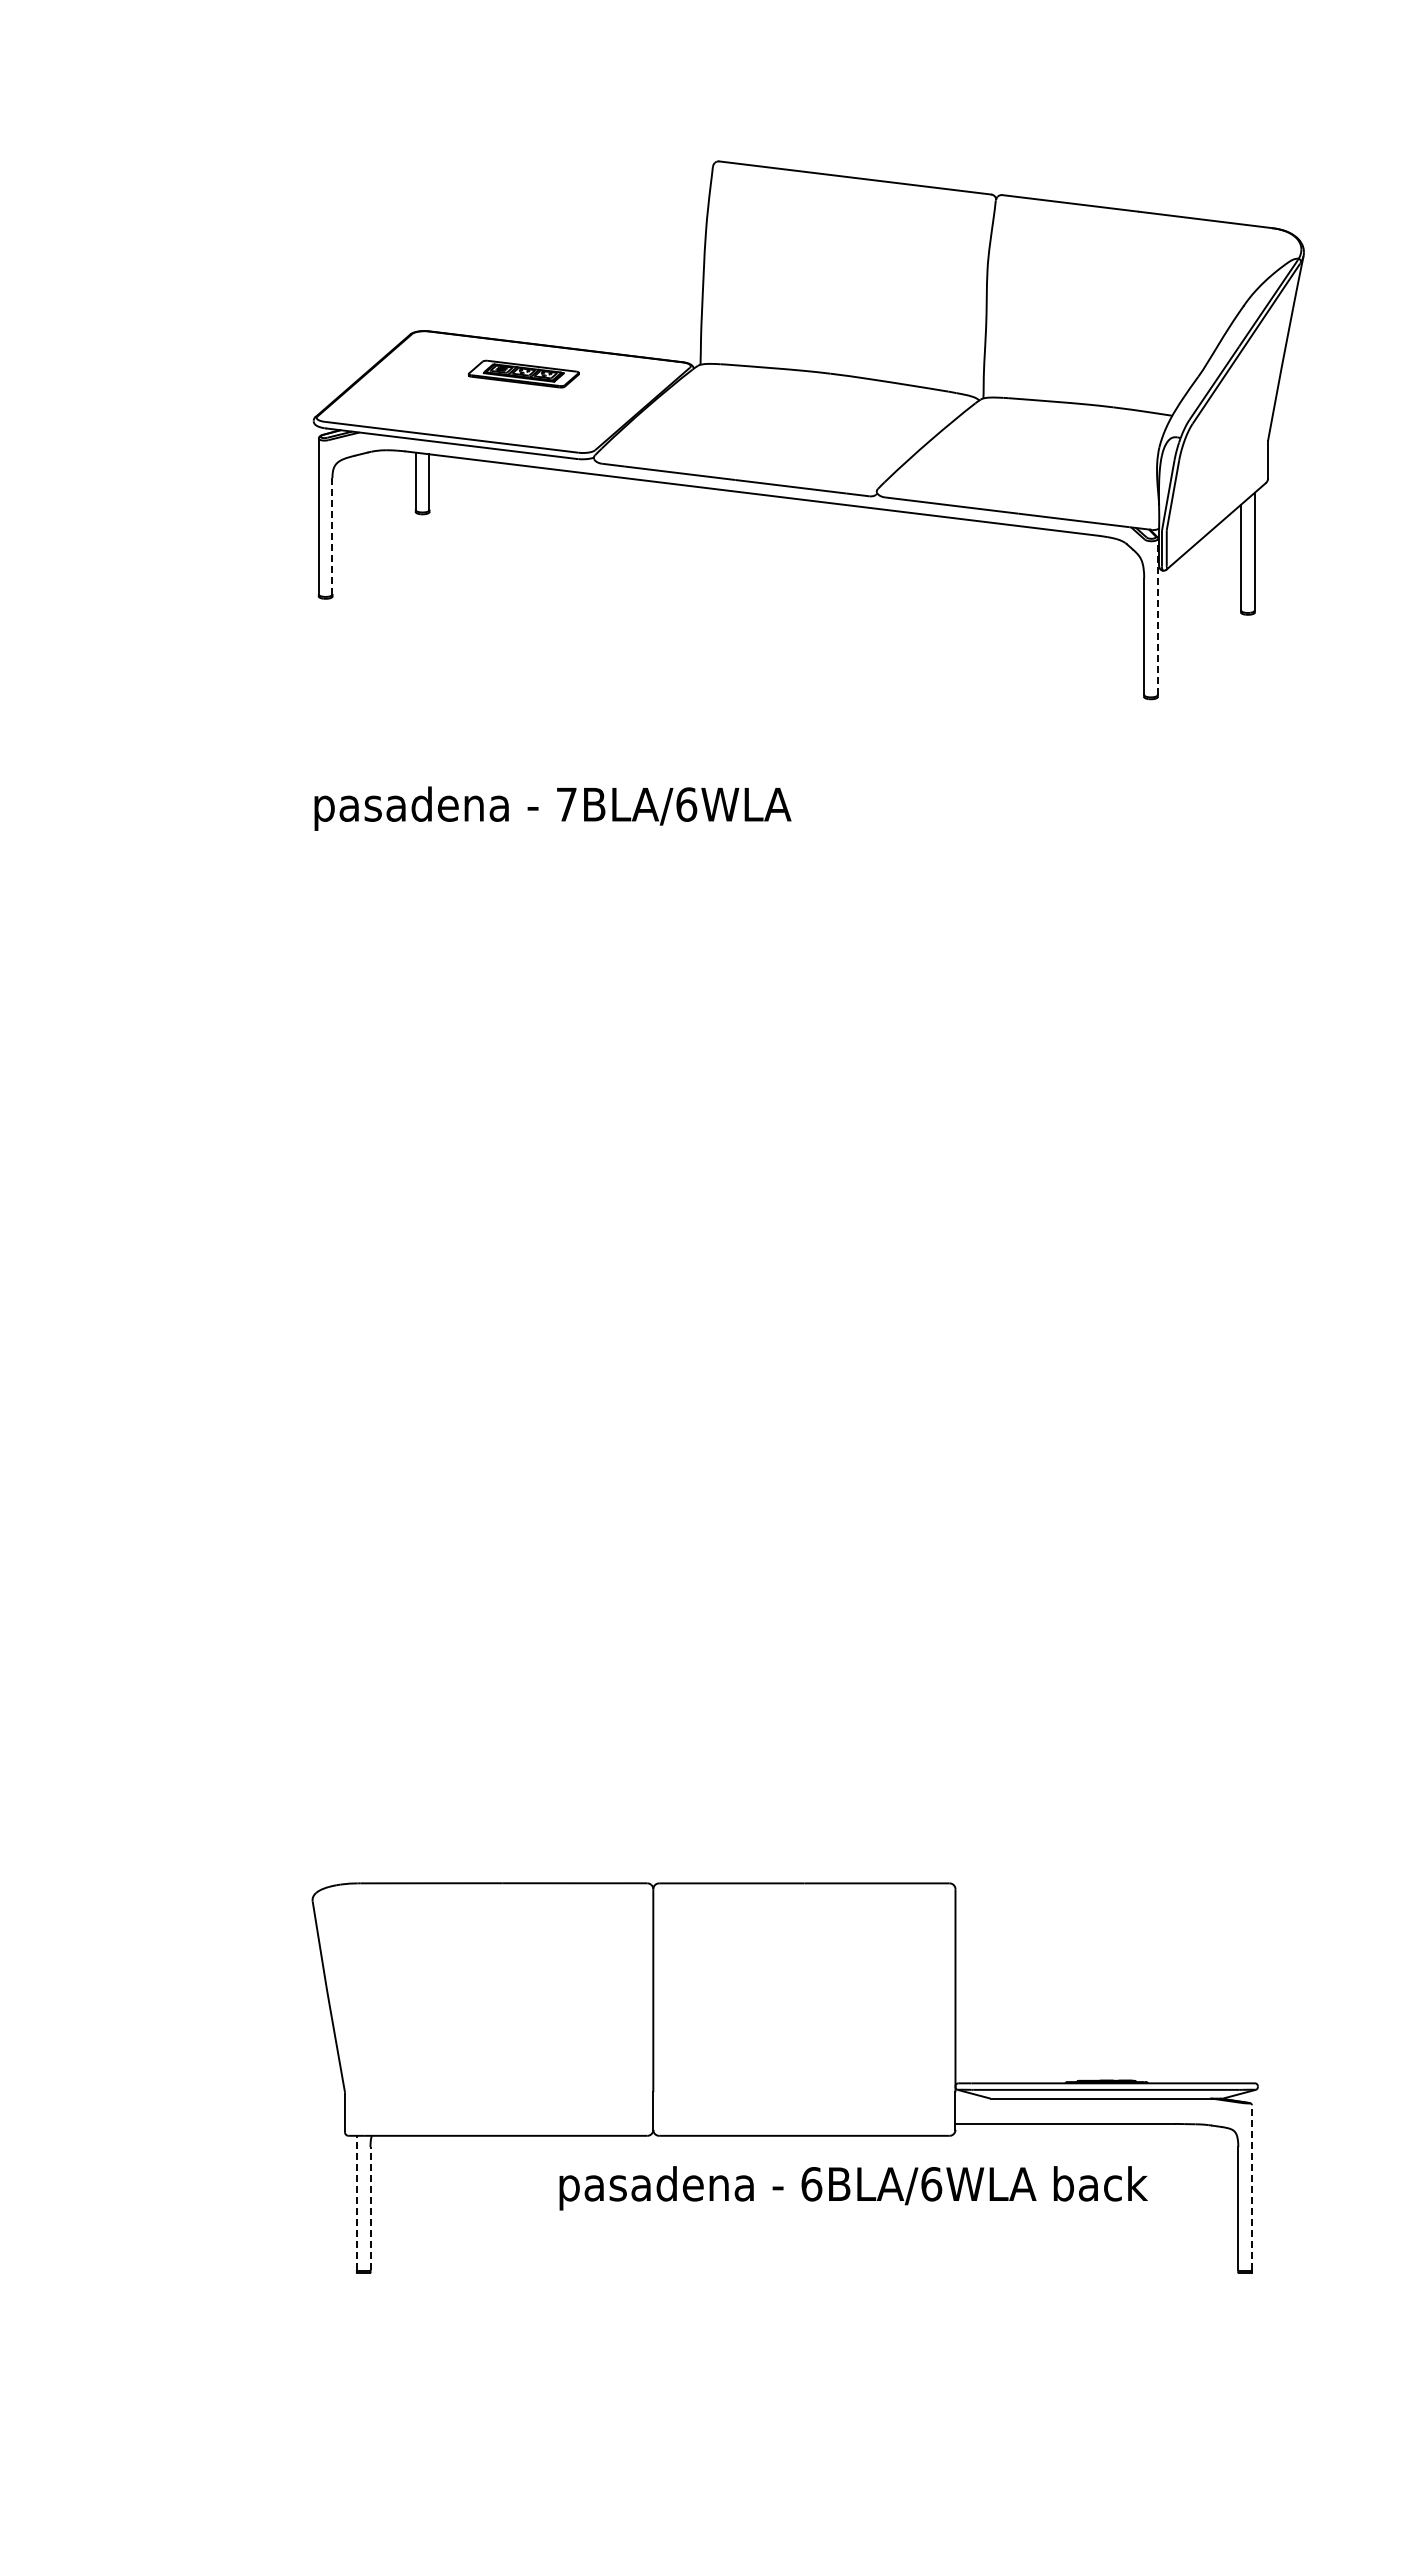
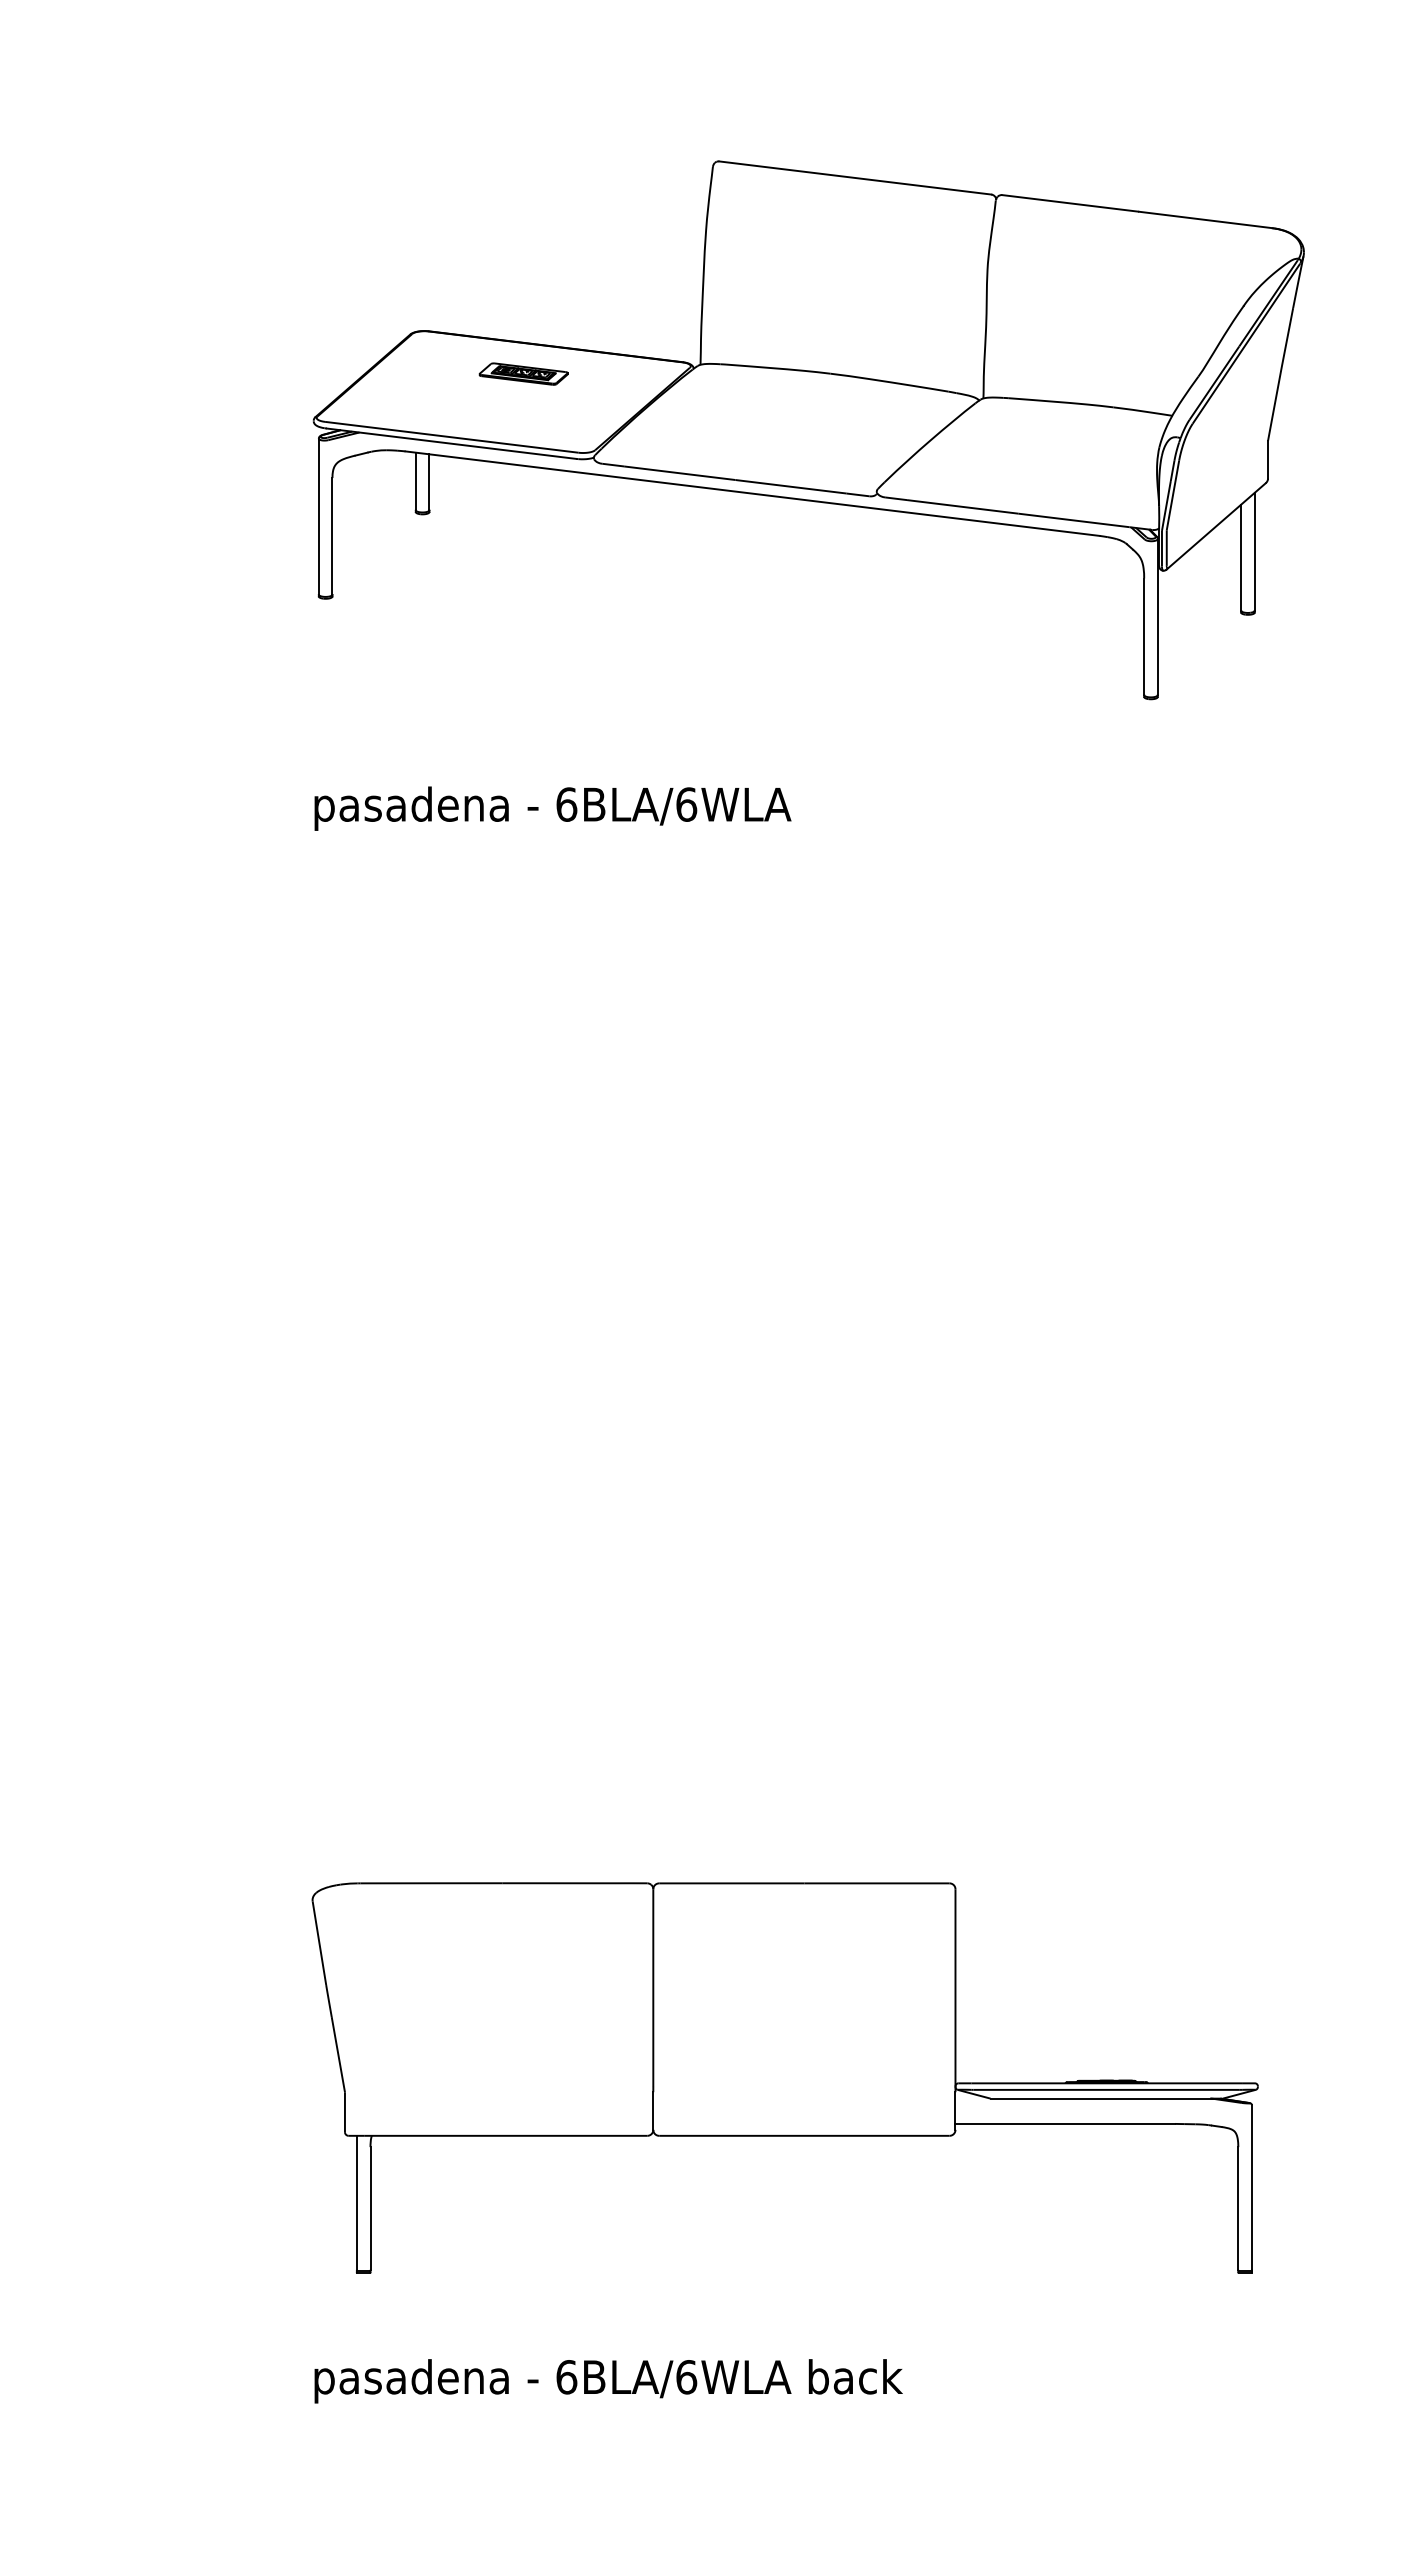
part at (523, 373) size: 113x30 px -> 91x24 px
line at (332, 535): dashed -> solid
line at (1157, 616): dashed -> solid
text at (566, 804): 7BLA/6WLA -> 6BLA/6WLA
line at (1251, 2187): dashed -> solid
text at (853, 2188) position: (853, 2188) -> (608, 2381)
line at (356, 2202): dashed -> solid
line at (370, 2208): dashed -> solid
